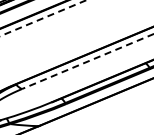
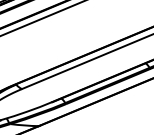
line at (44, 17): dashed -> solid
line at (87, 61): dashed -> solid
